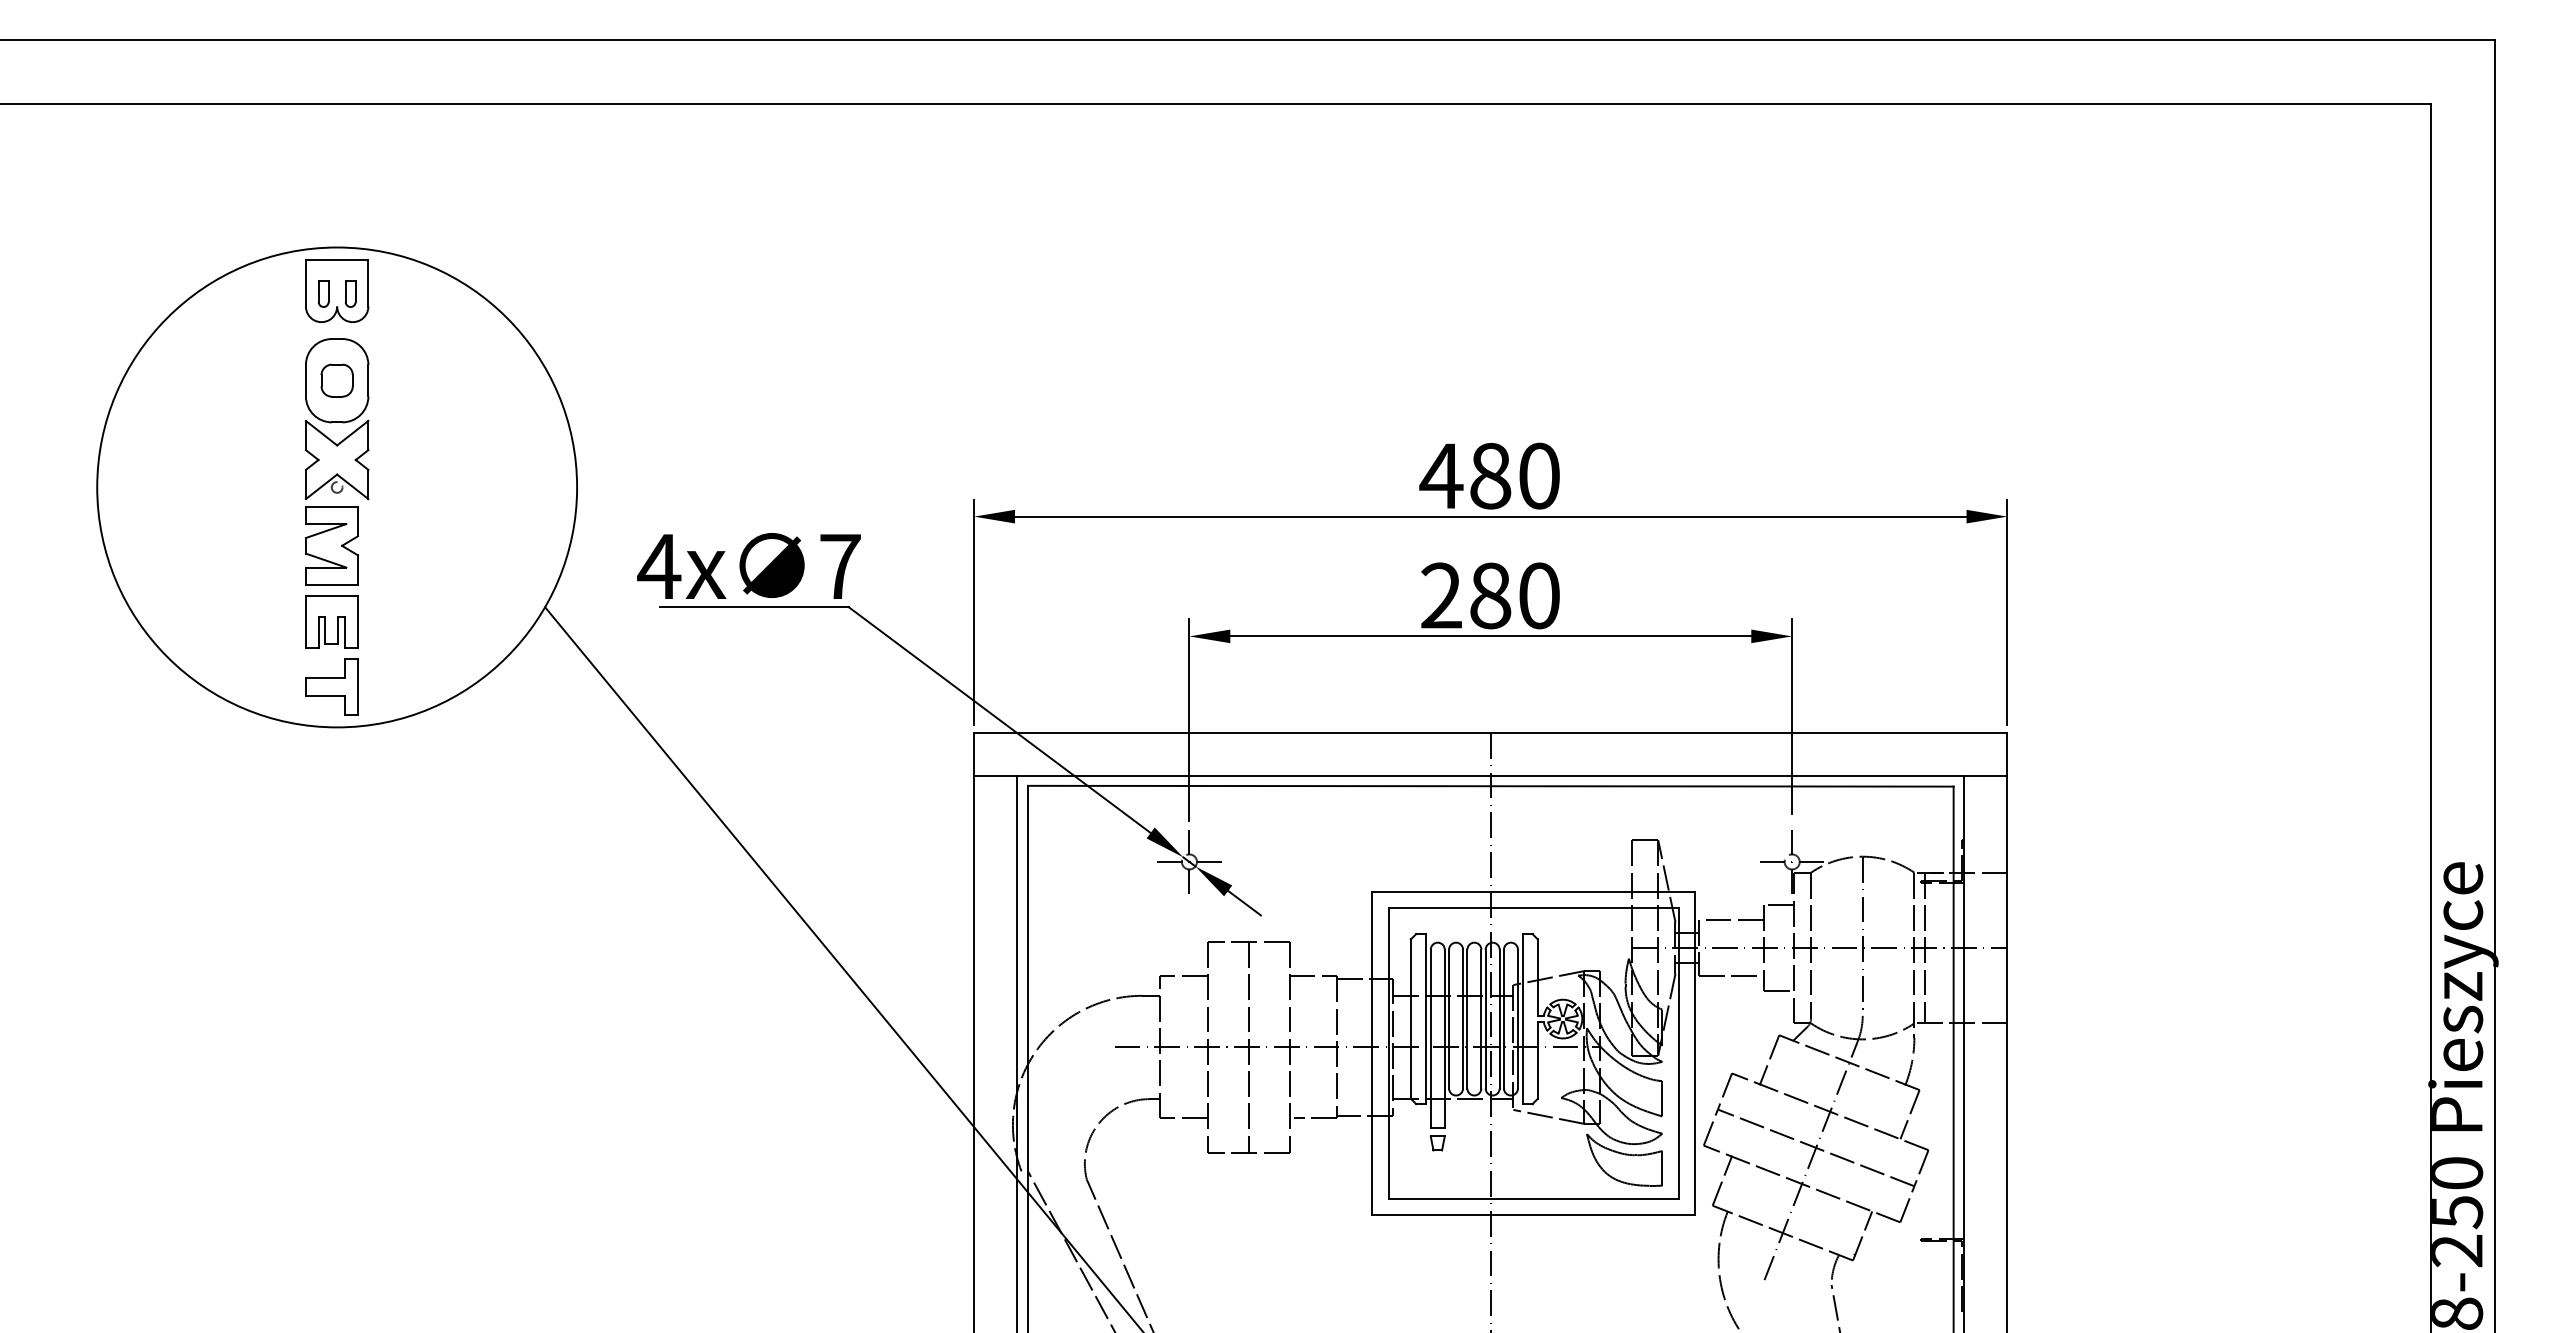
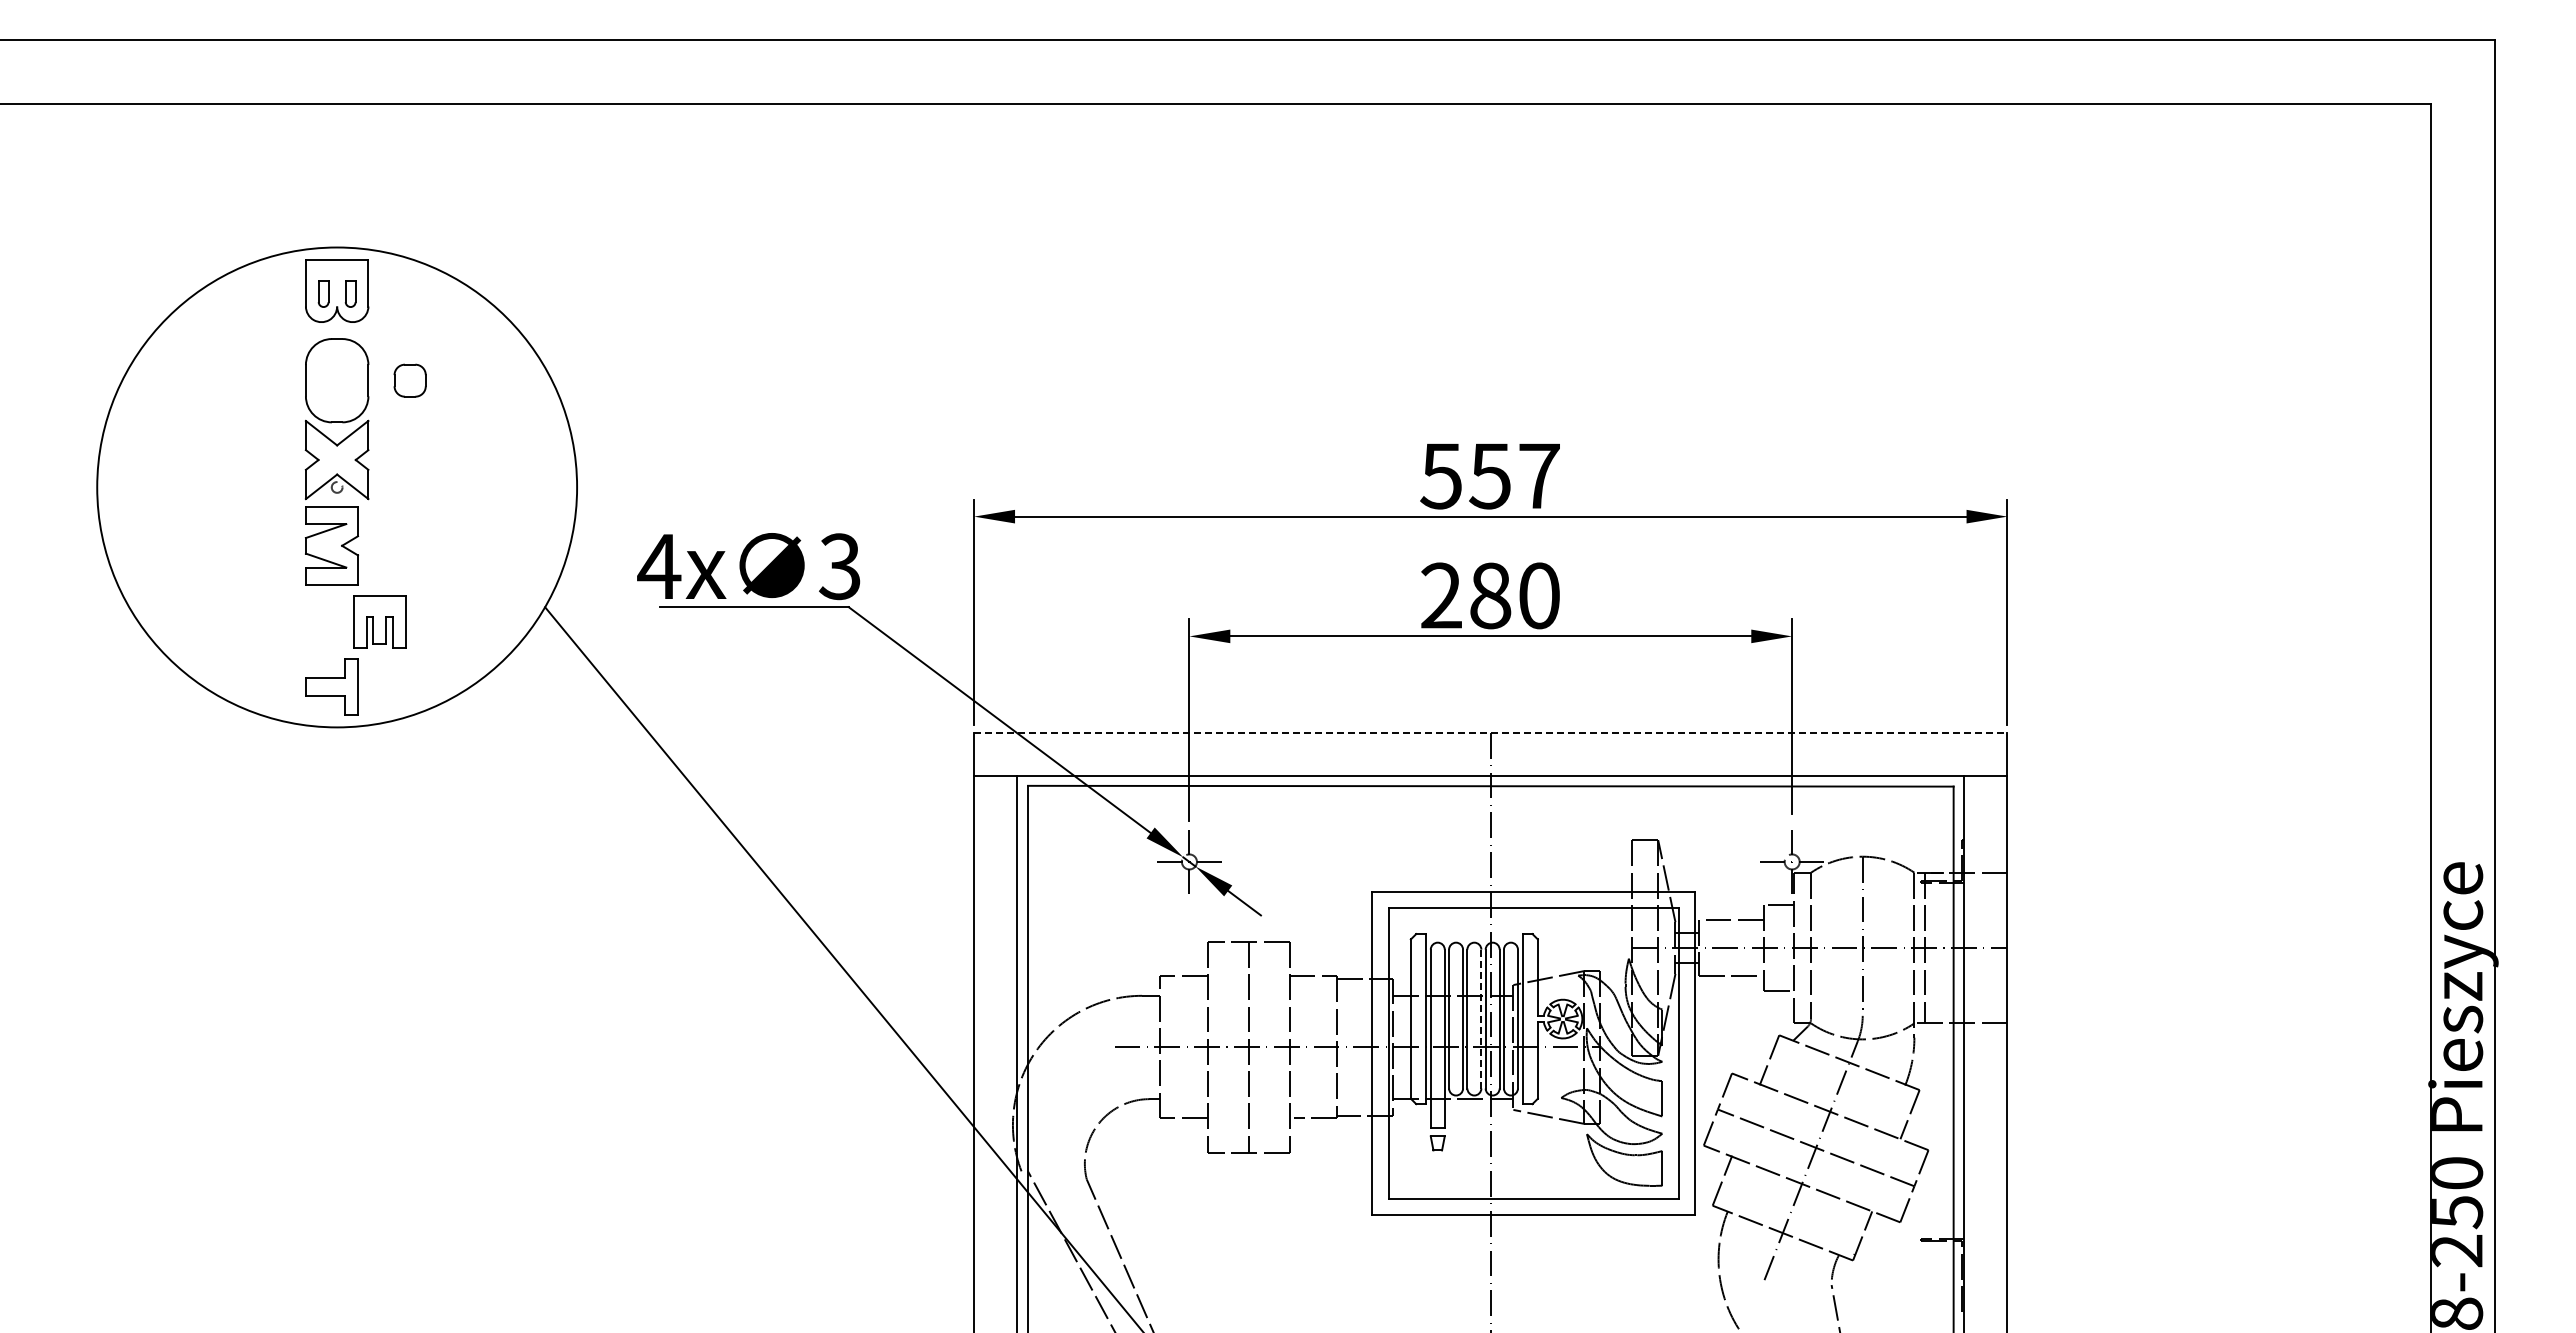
part at (336, 380) position: (336, 380) -> (409, 380)
text at (1489, 475): 480 -> 557
text at (839, 566): 7 -> 3
part at (331, 621) position: (331, 621) -> (379, 621)
line at (1490, 732): solid -> dashed
line at (1481, 1019): solid -> dashed
